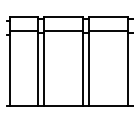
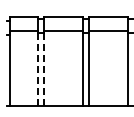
line at (37, 69): solid -> dashed
line at (43, 69): solid -> dashed
